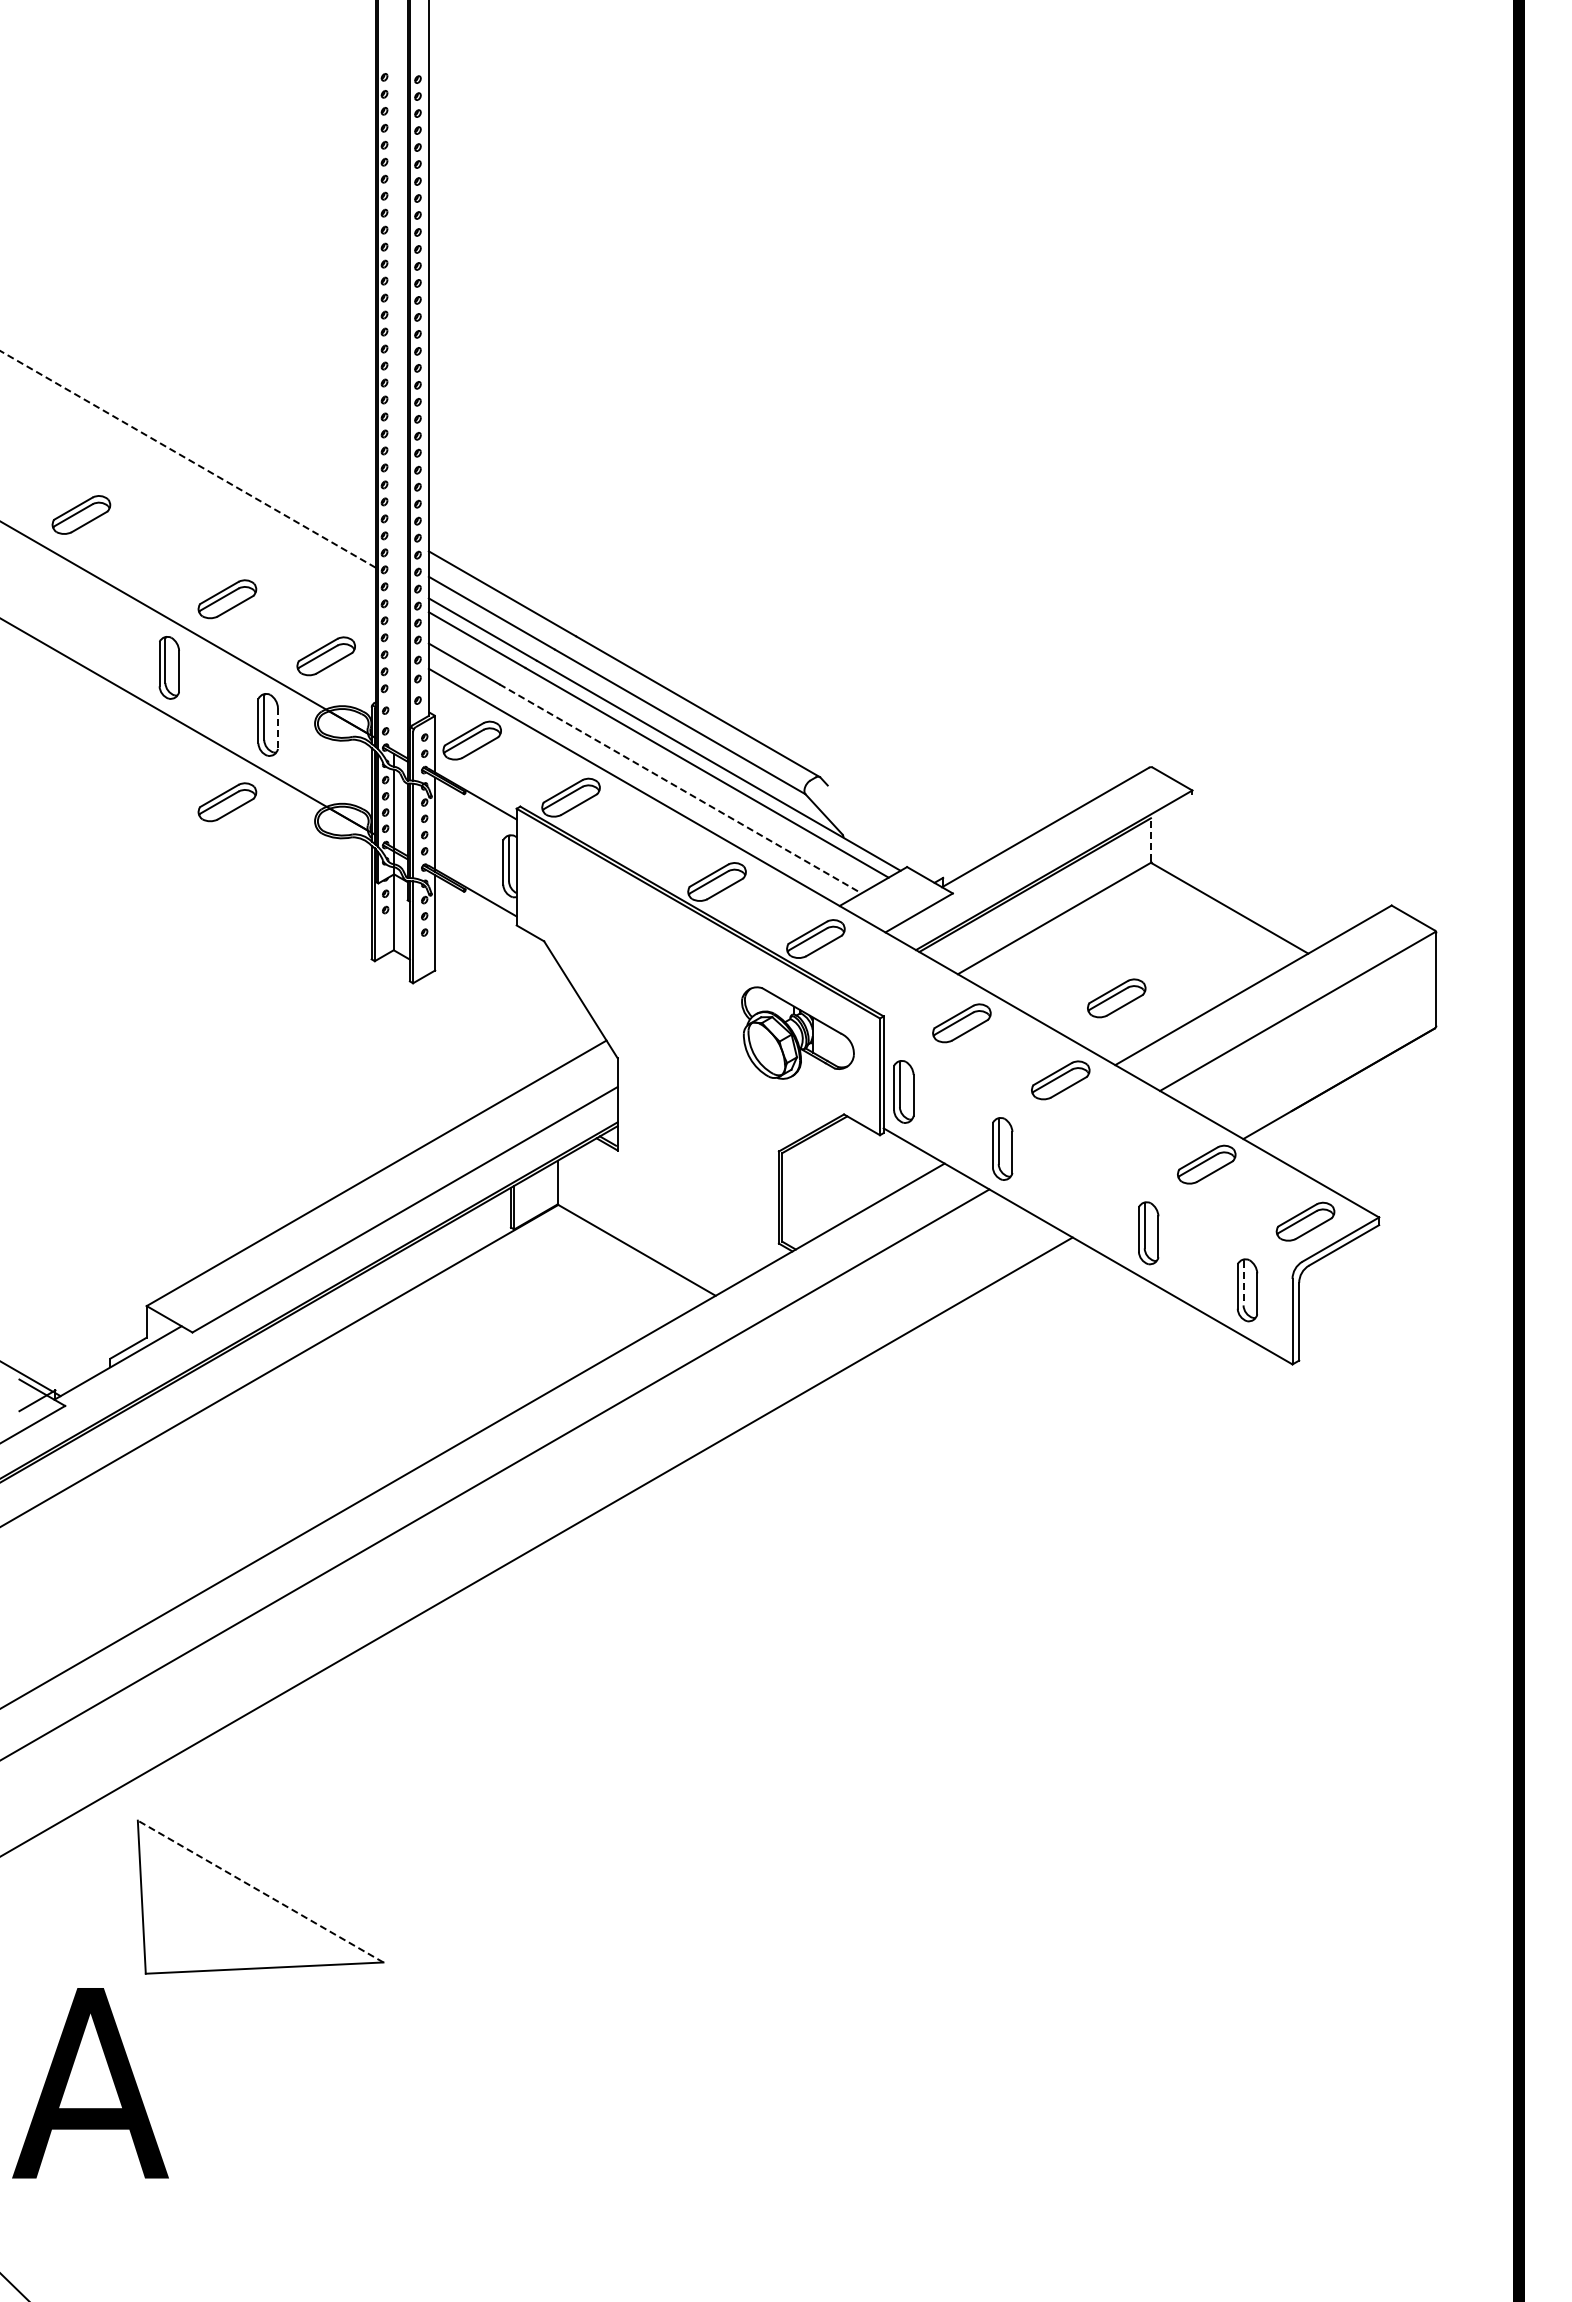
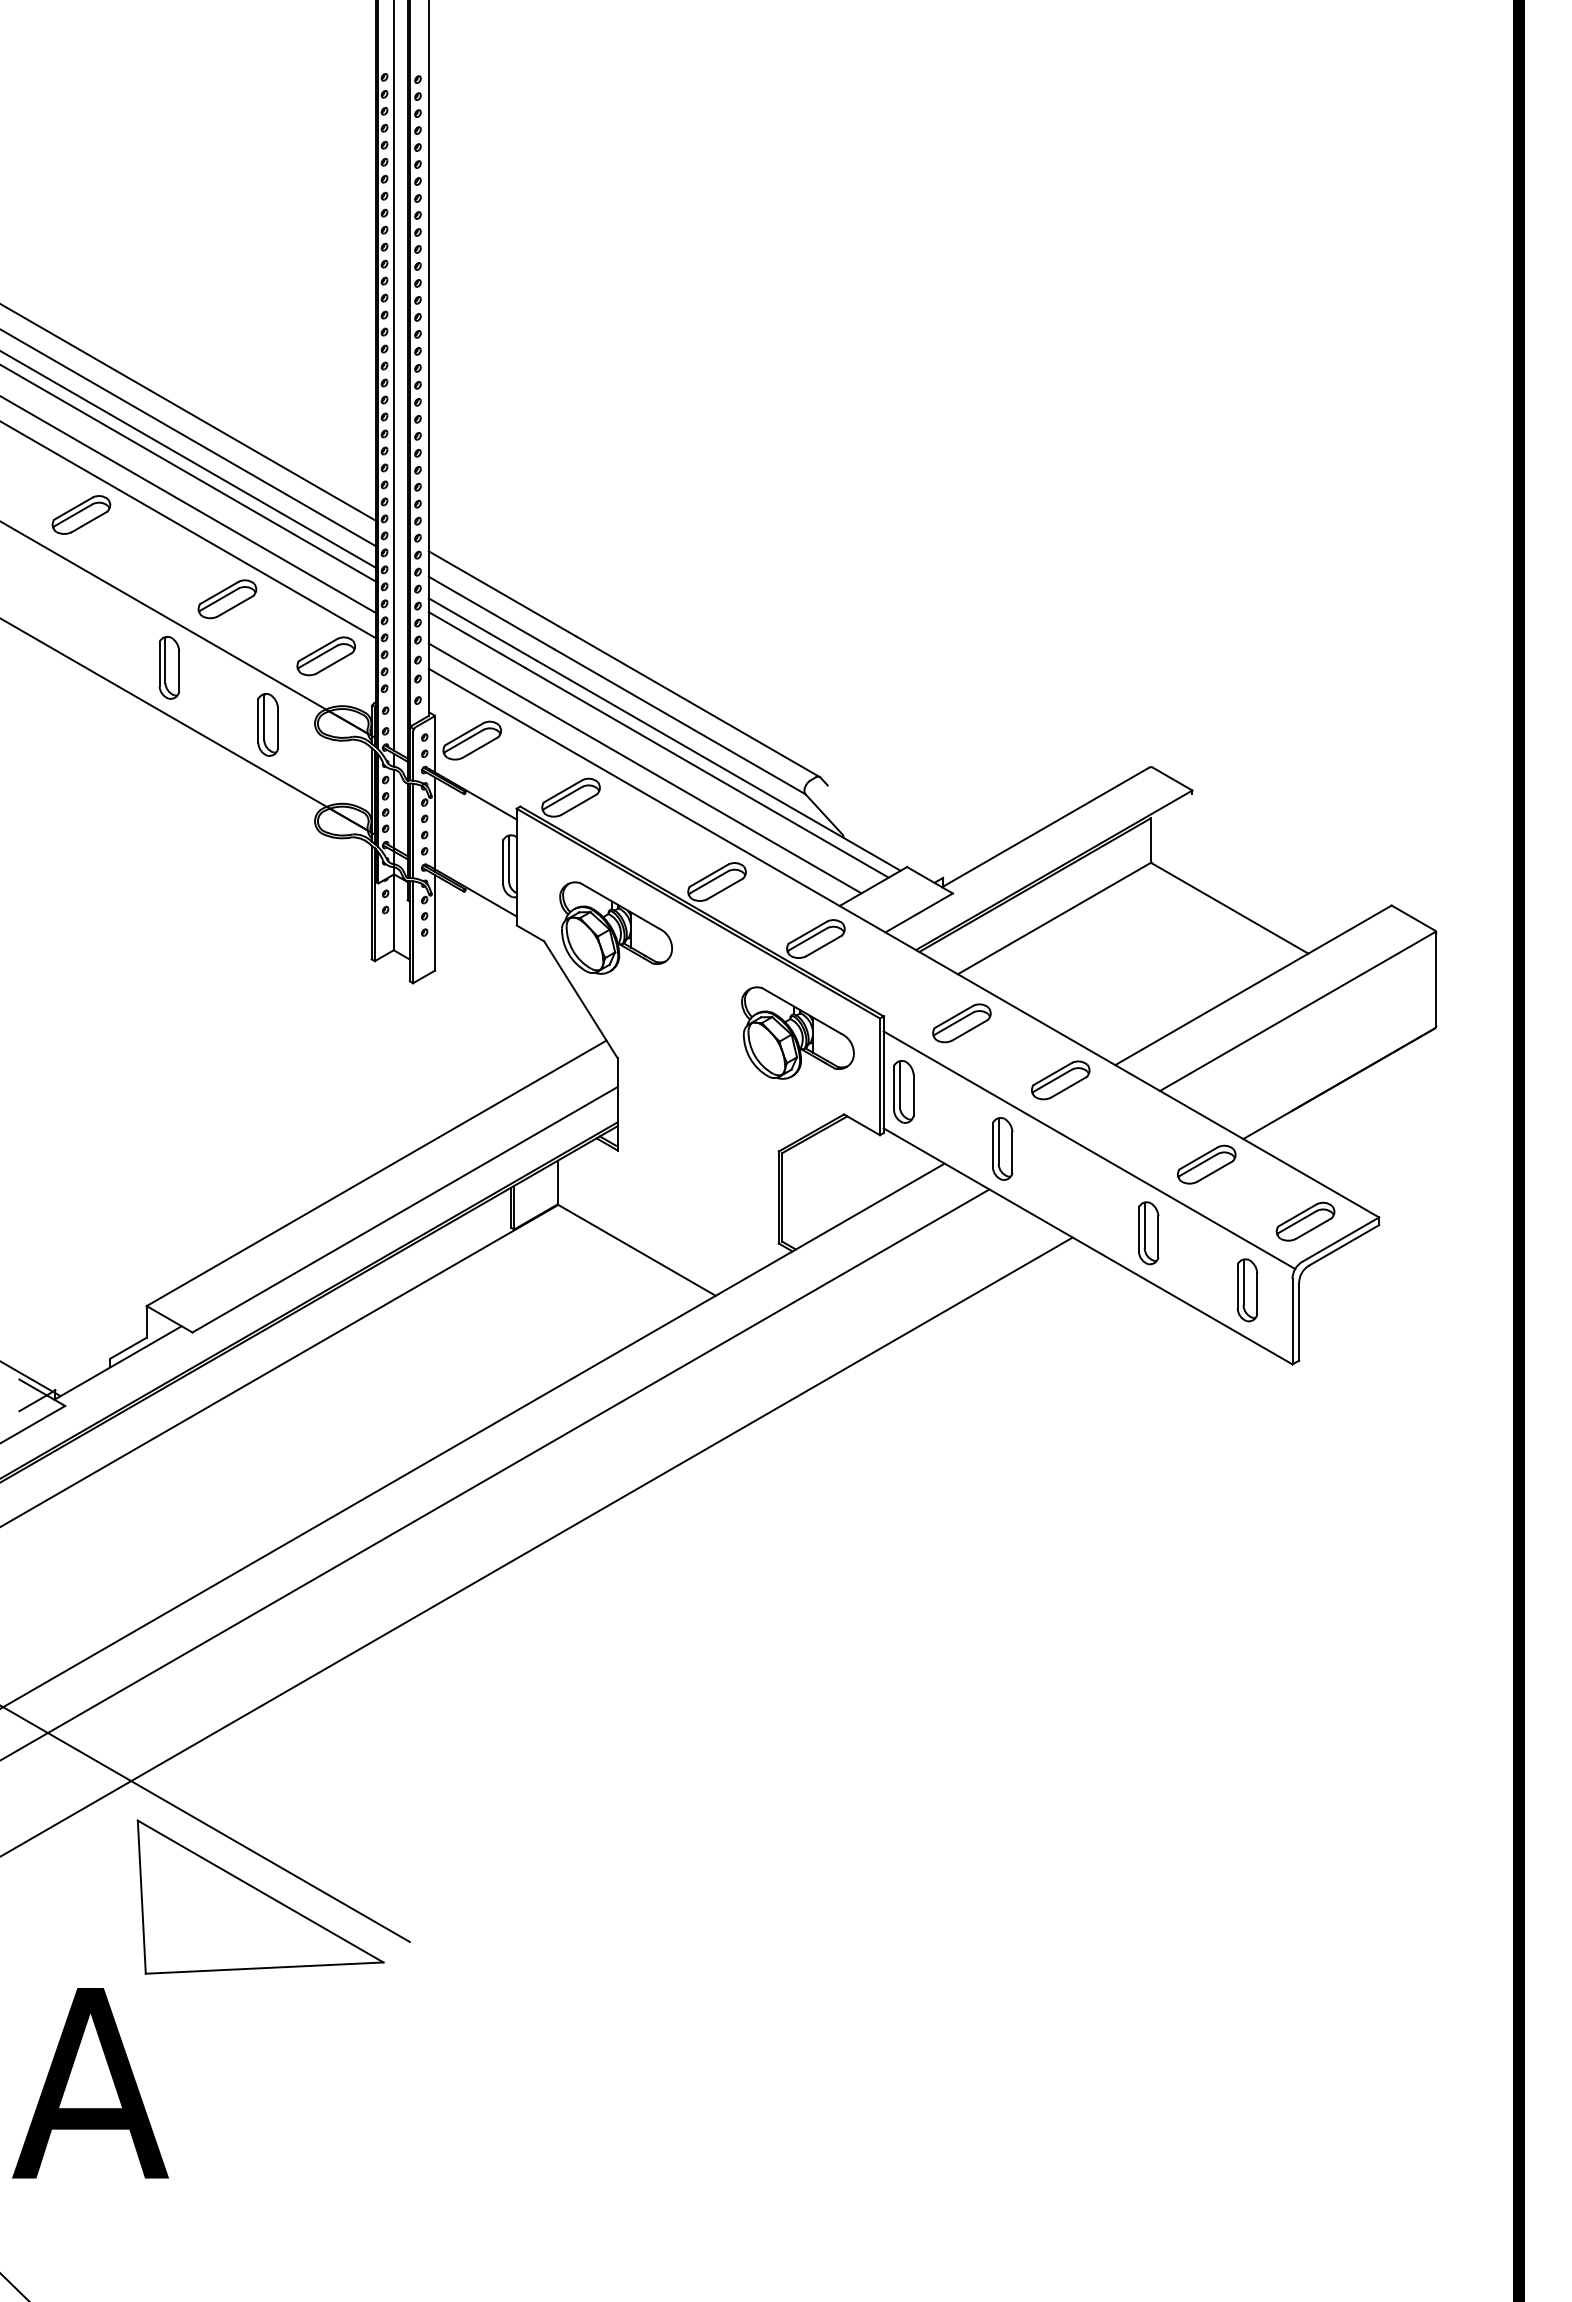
line at (394, 376): none -> present
line at (188, 412): none -> present
line at (188, 438): none -> present
line at (187, 459): dashed -> solid
line at (188, 473): none -> present
line at (188, 504): none -> present
line at (188, 530): none -> present
line at (277, 728): dashed -> solid
line at (680, 789): dashed -> solid
part at (227, 802): present -> none
line at (1150, 839): dashed -> solid
part at (615, 927): none -> present
part at (1116, 998): present -> none
line at (1089, 1150): none -> present
line at (1243, 1283): dashed -> solid
line at (205, 1823): none -> present
line at (260, 1891): dashed -> solid
